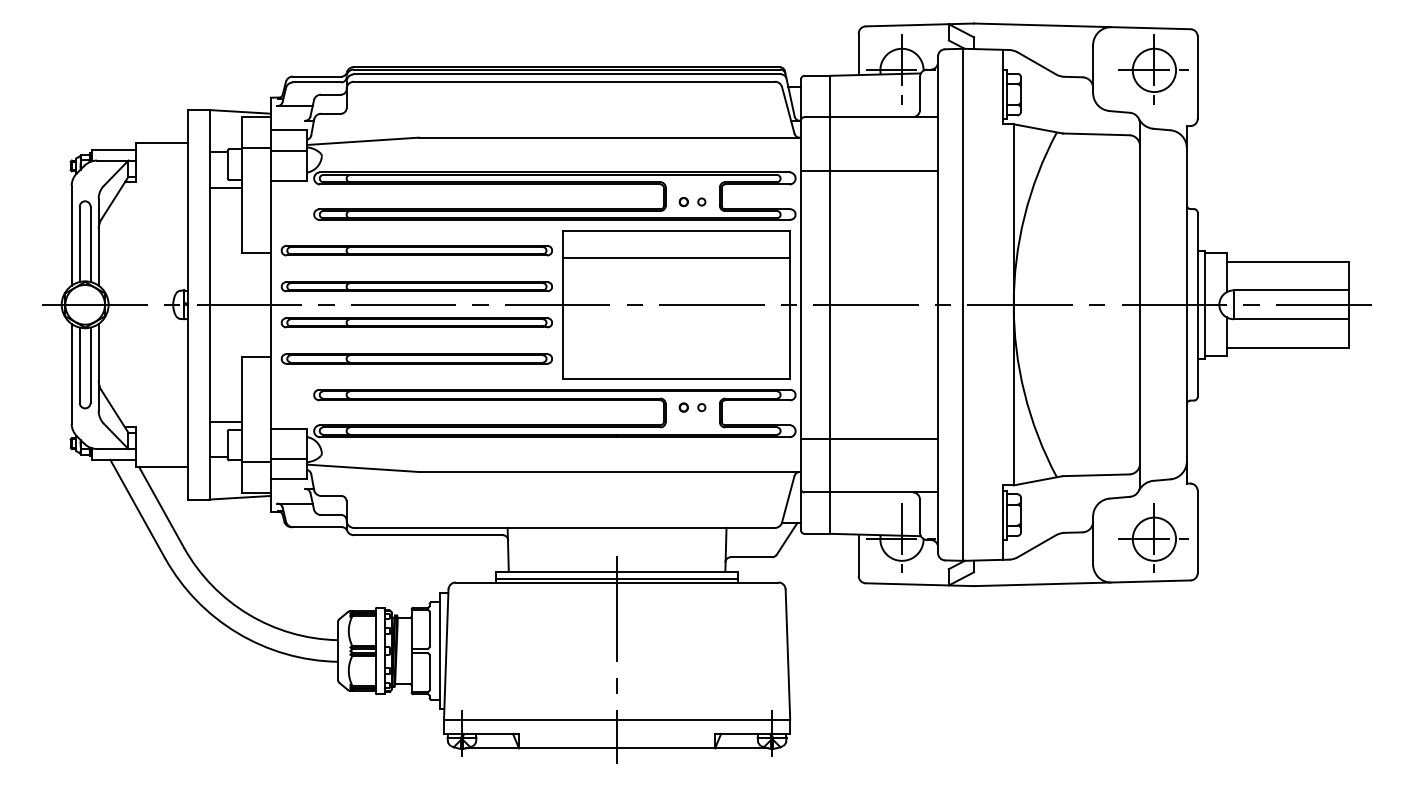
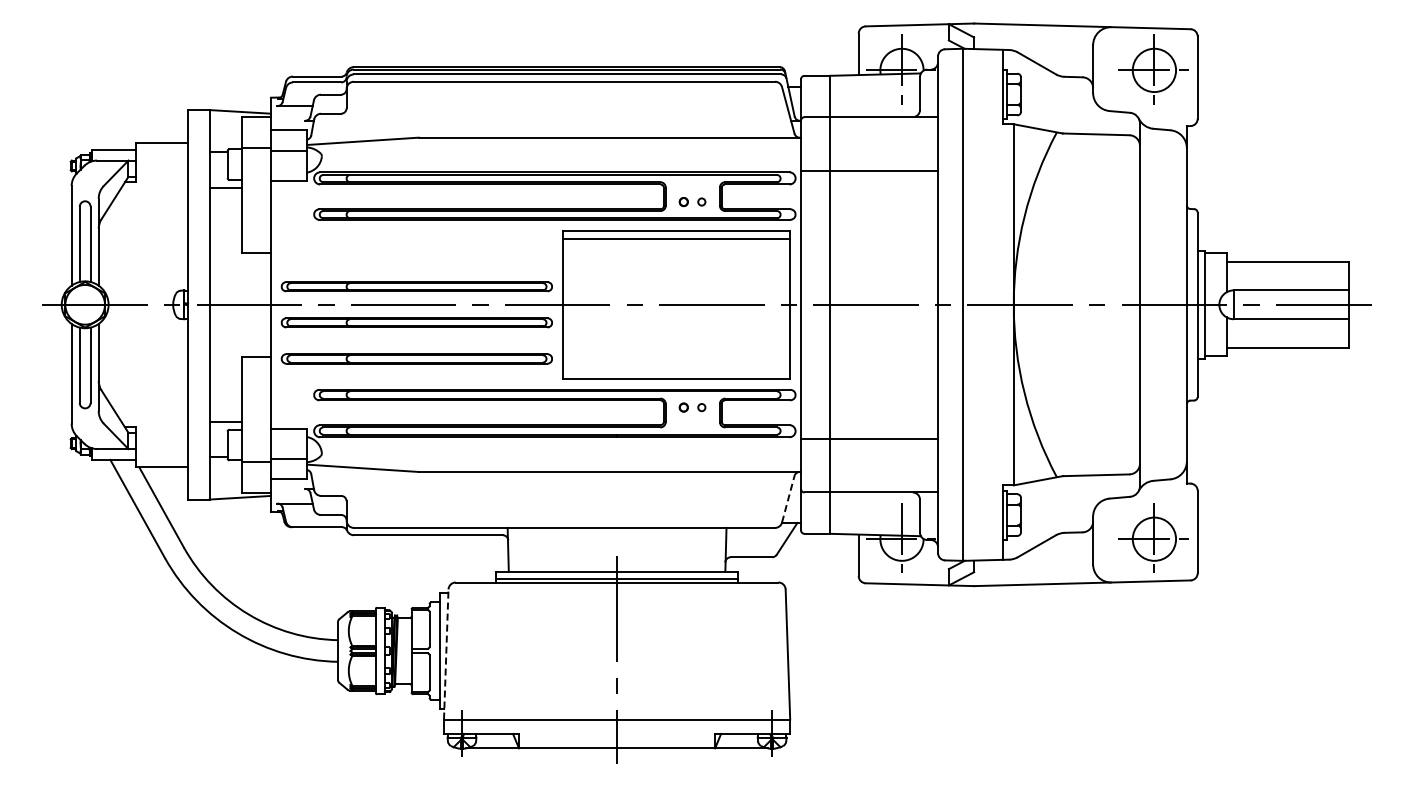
part at (416, 250): present -> none
line at (676, 257) position: (676, 257) -> (676, 238)
line at (788, 498): solid -> dashed
line at (446, 654): solid -> dashed
